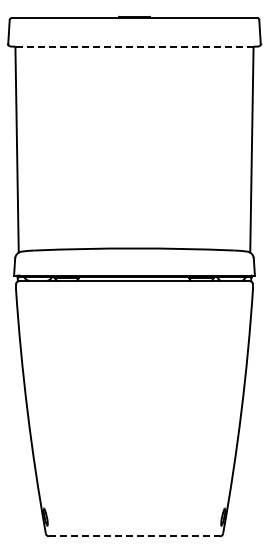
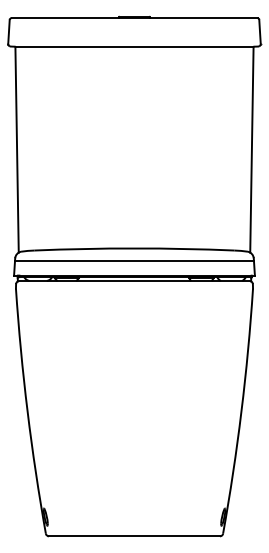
line at (134, 46): dashed -> solid
line at (134, 260): none -> present
line at (135, 536): dashed -> solid
